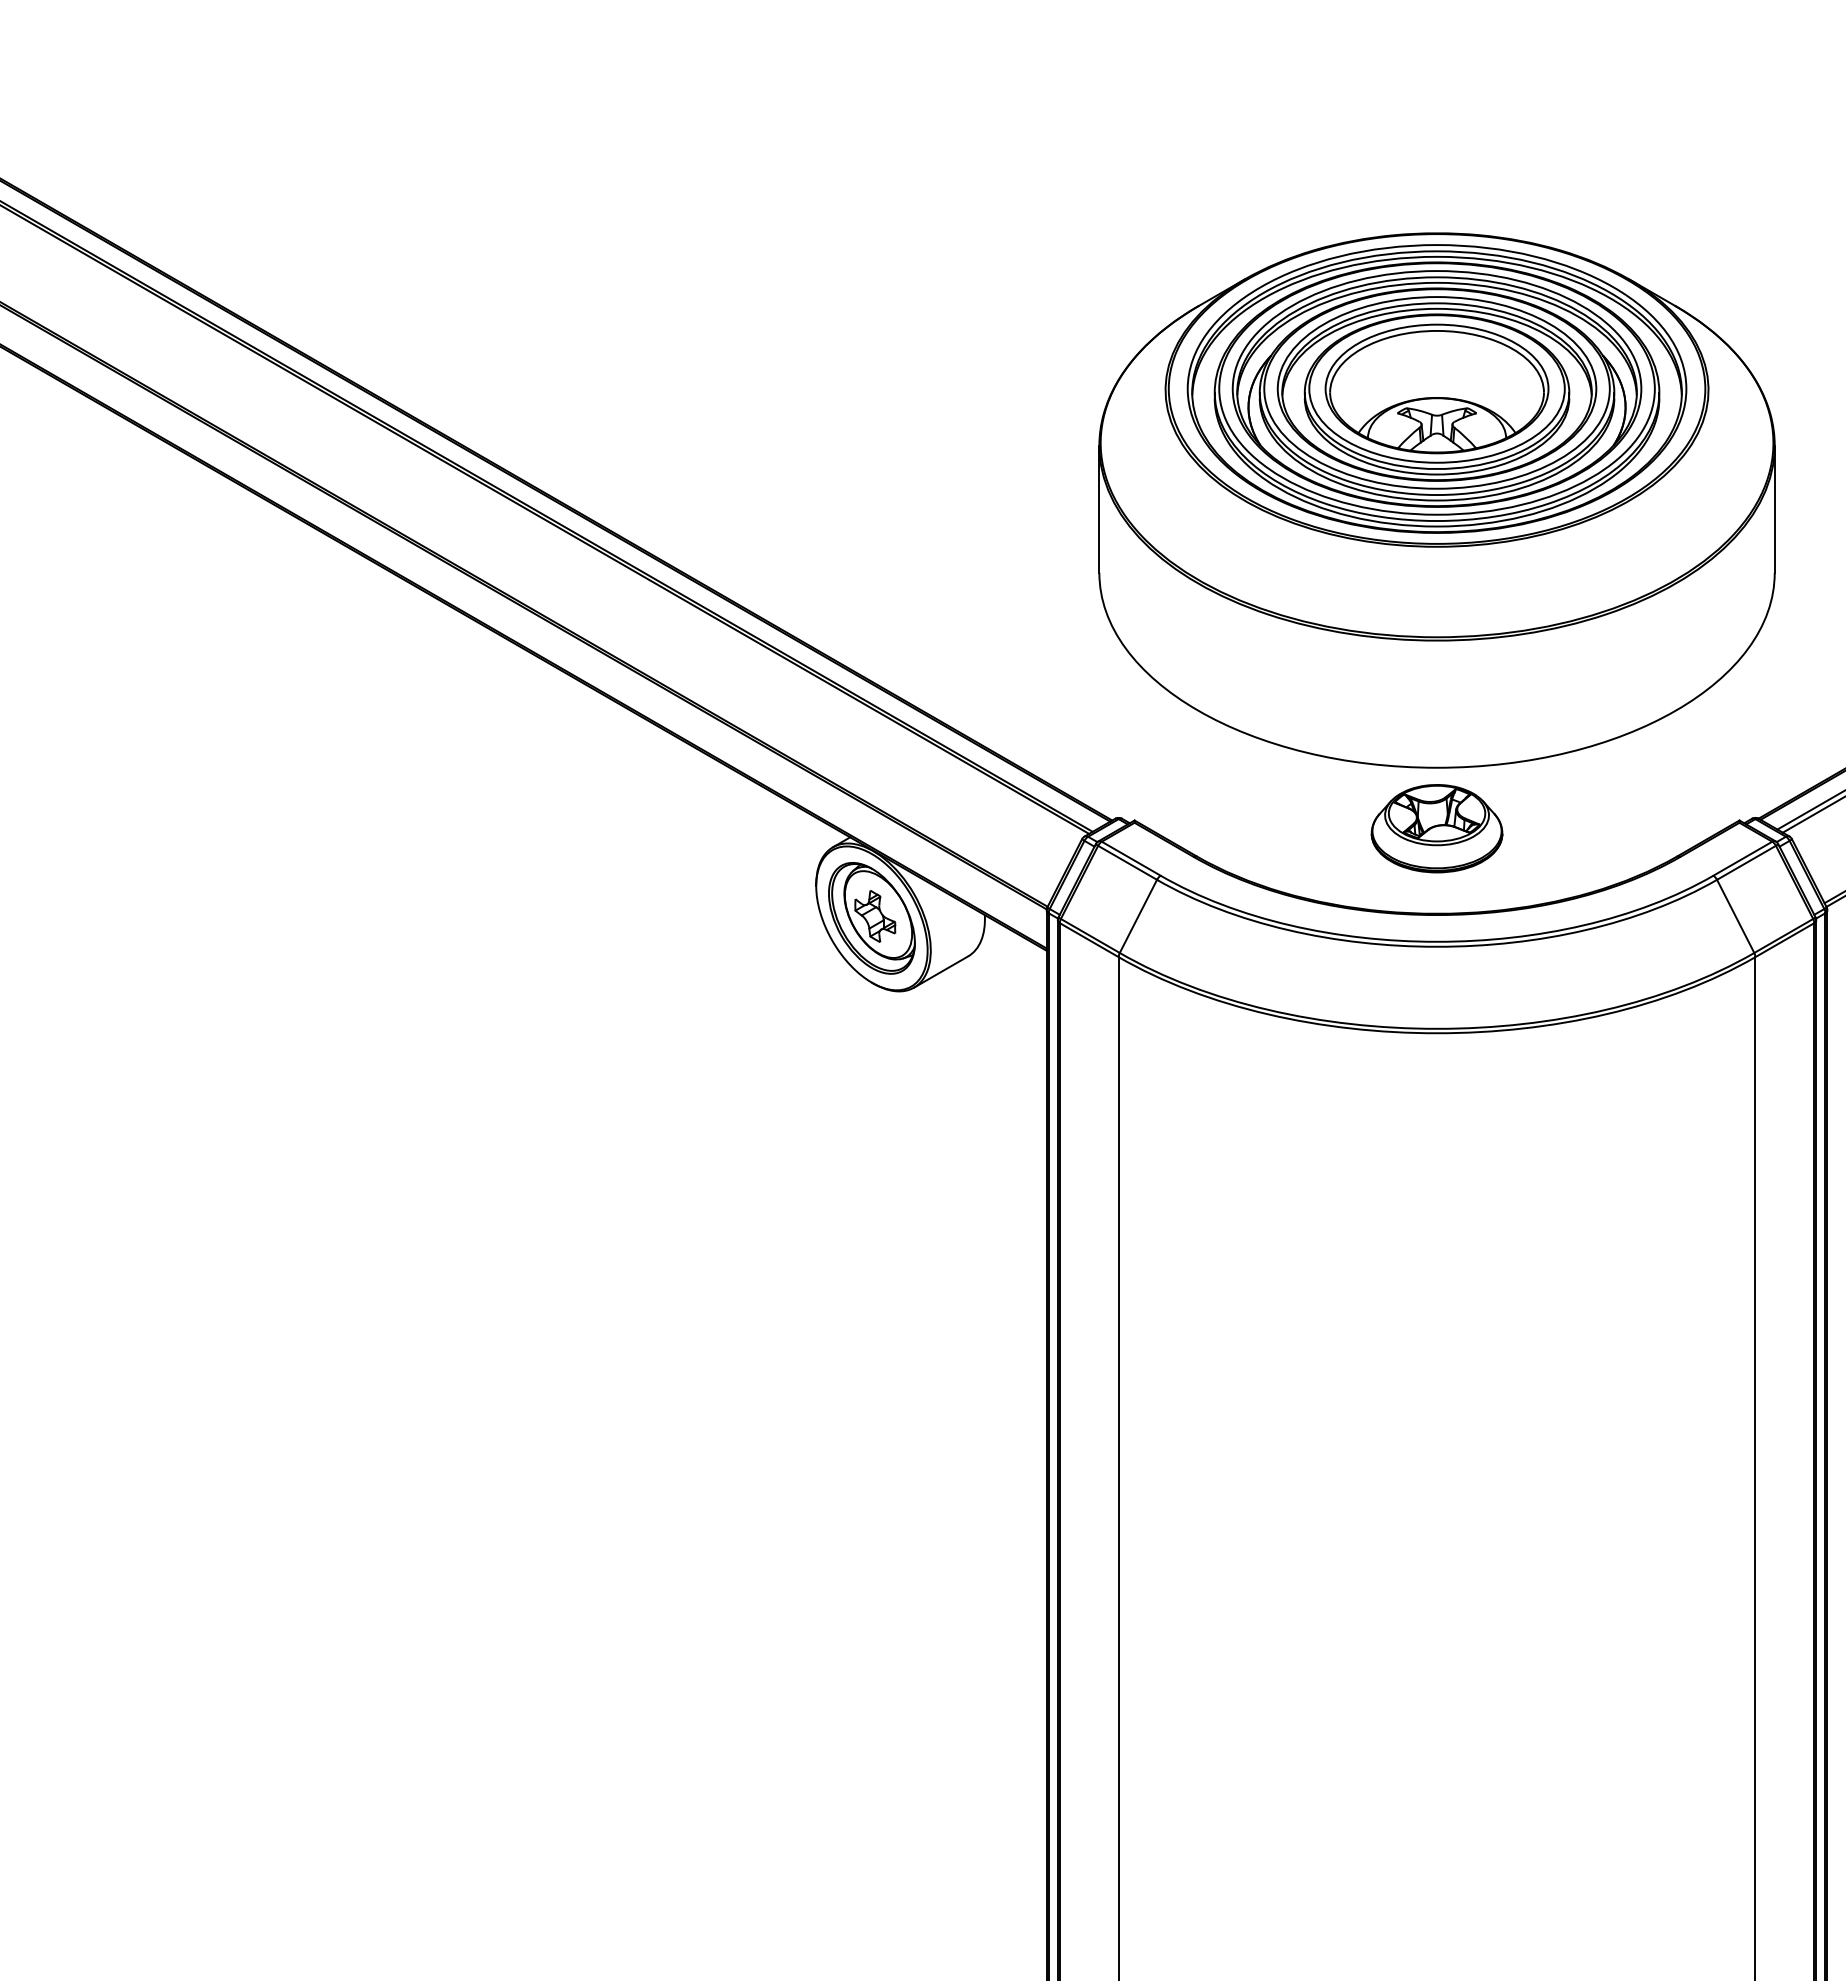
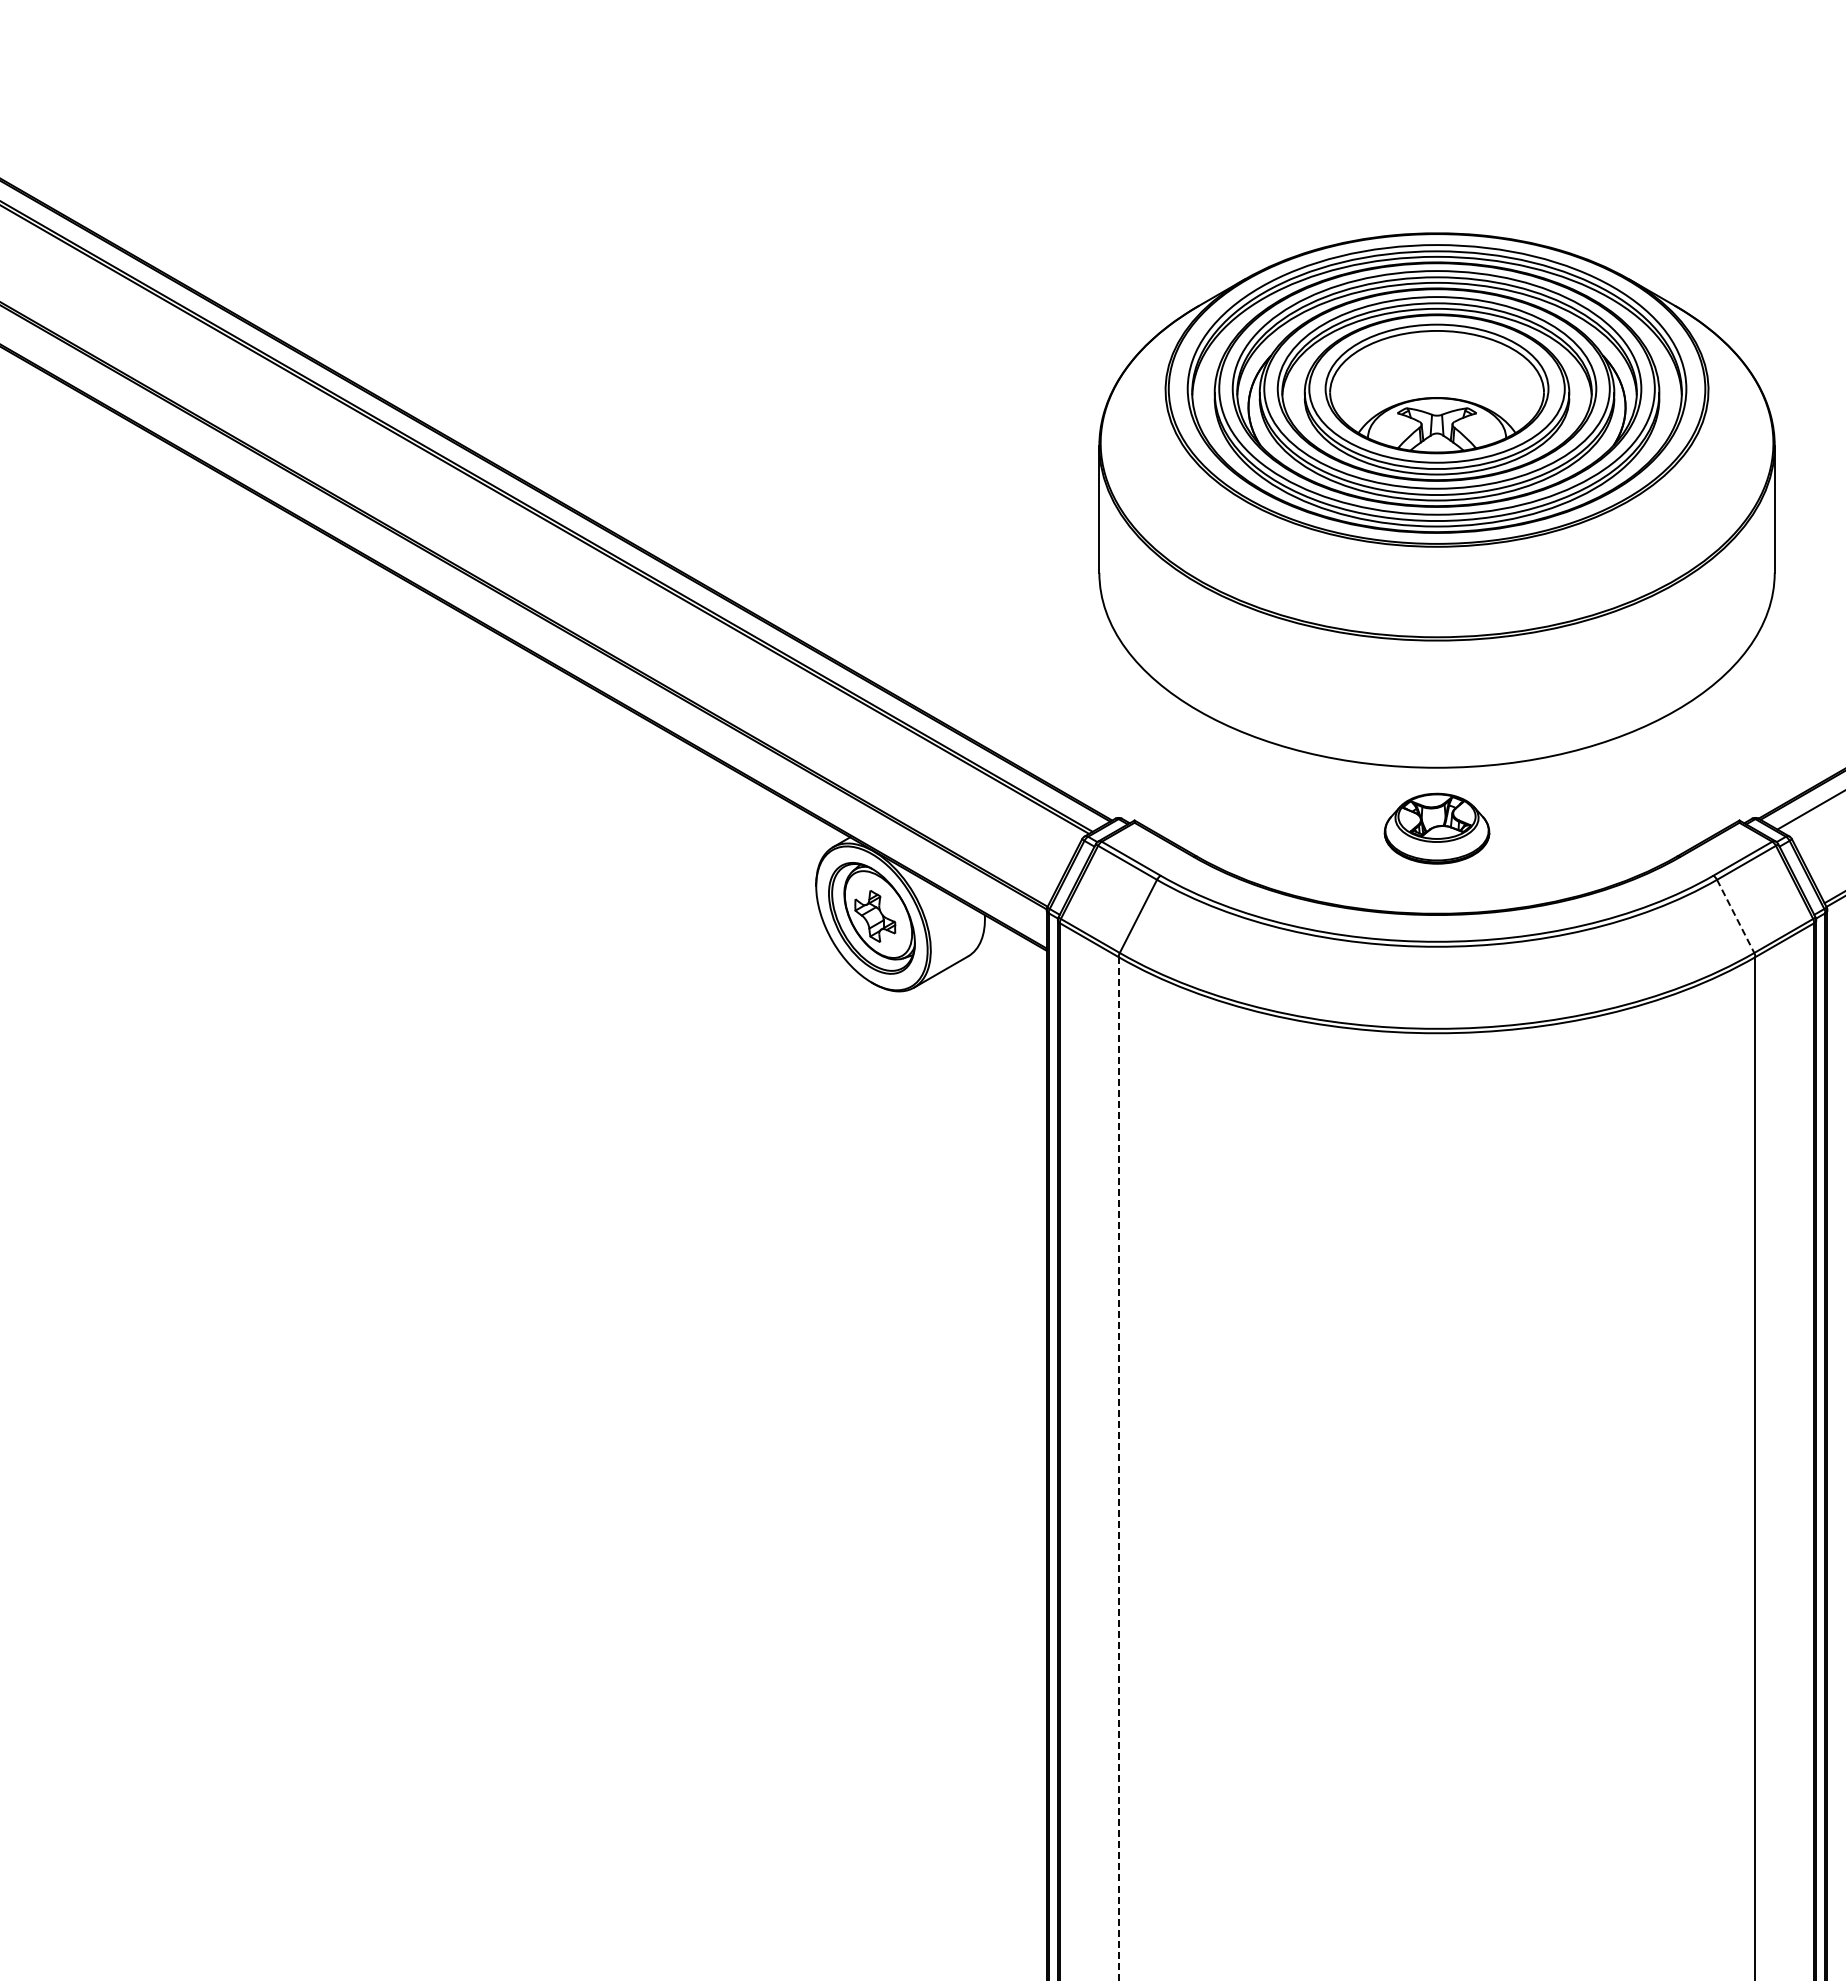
line at (1812, 815): present -> none
part at (1436, 828) size: 134x90 px -> 108x73 px
line at (1735, 916): solid -> dashed
line at (1118, 1469): solid -> dashed
